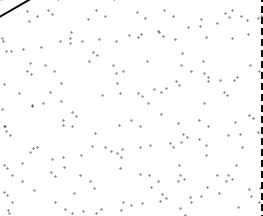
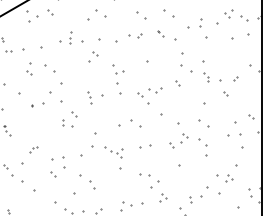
part at (160, 90) position: (160, 90) -> (155, 90)
part at (89, 97): none -> present
line at (261, 107): dashed -> solid
part at (181, 178): present -> none
part at (8, 197): present -> none
